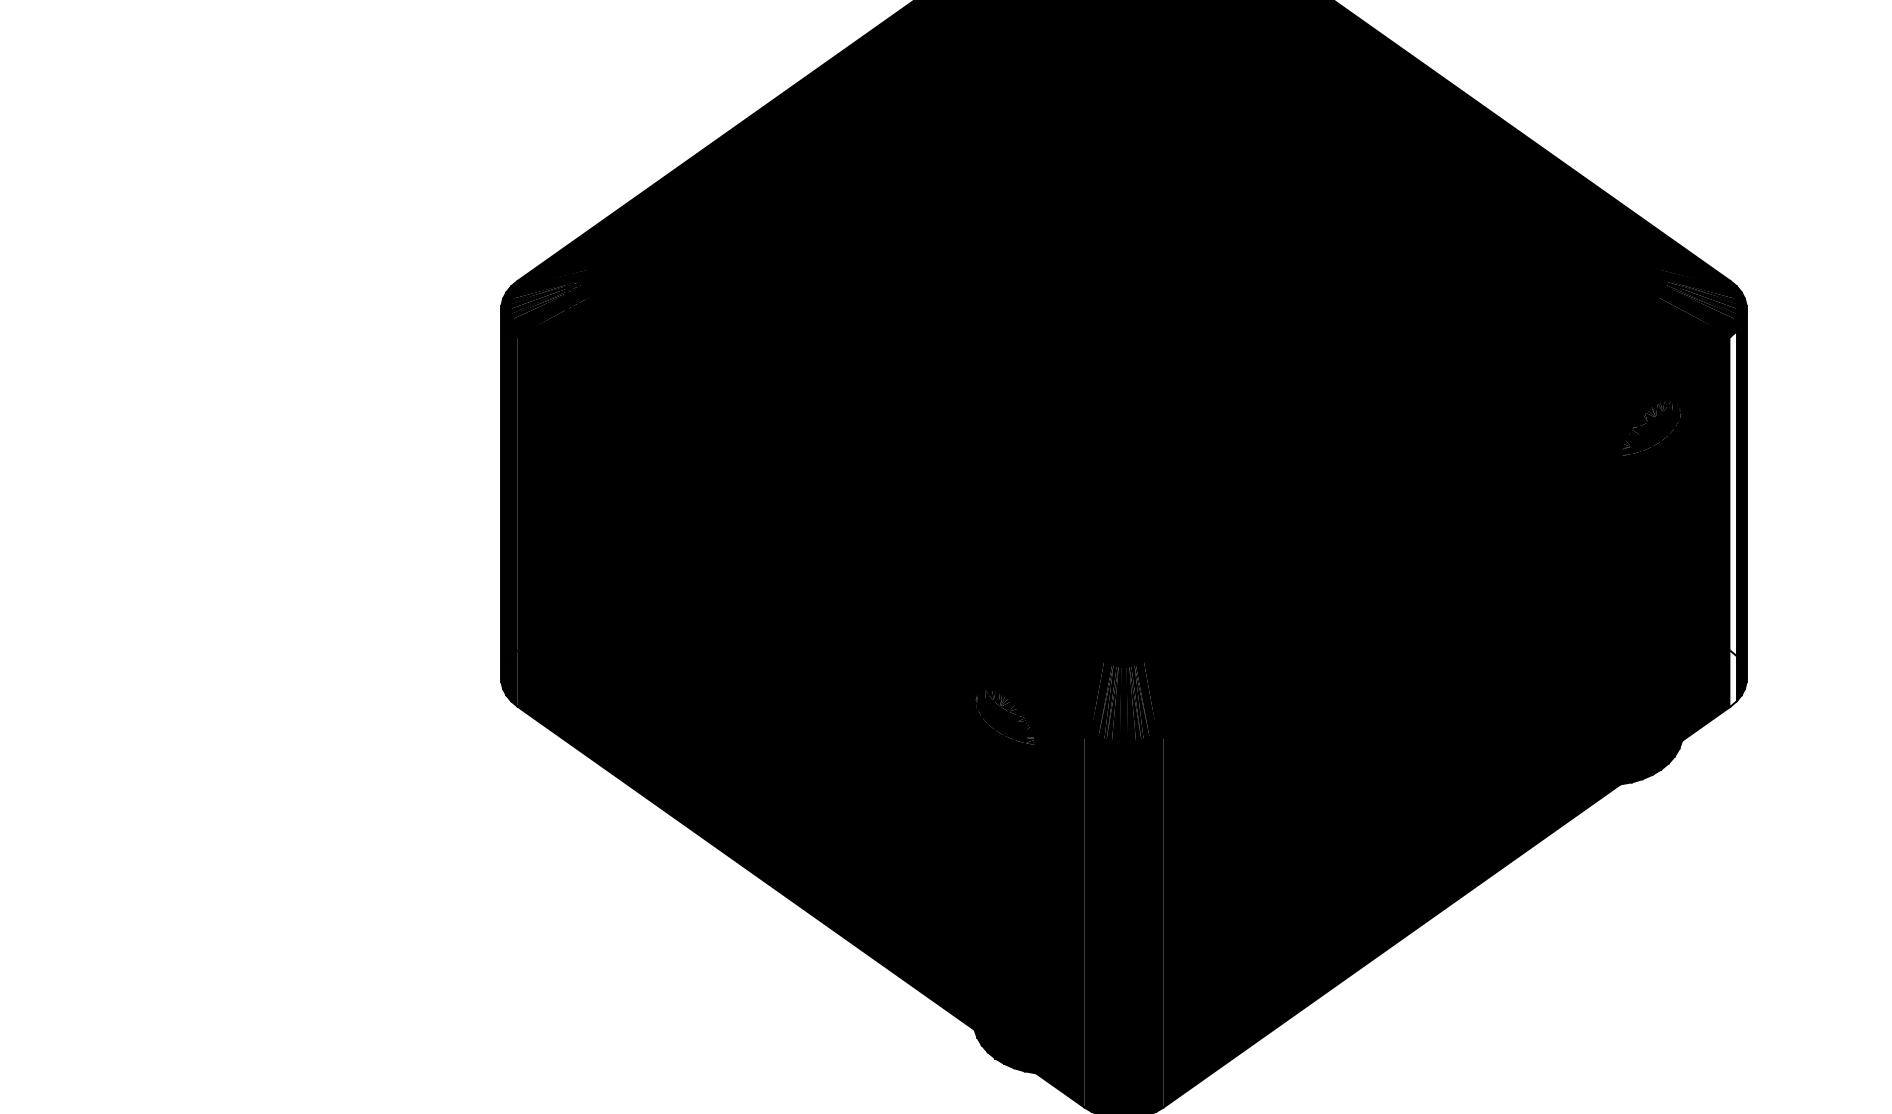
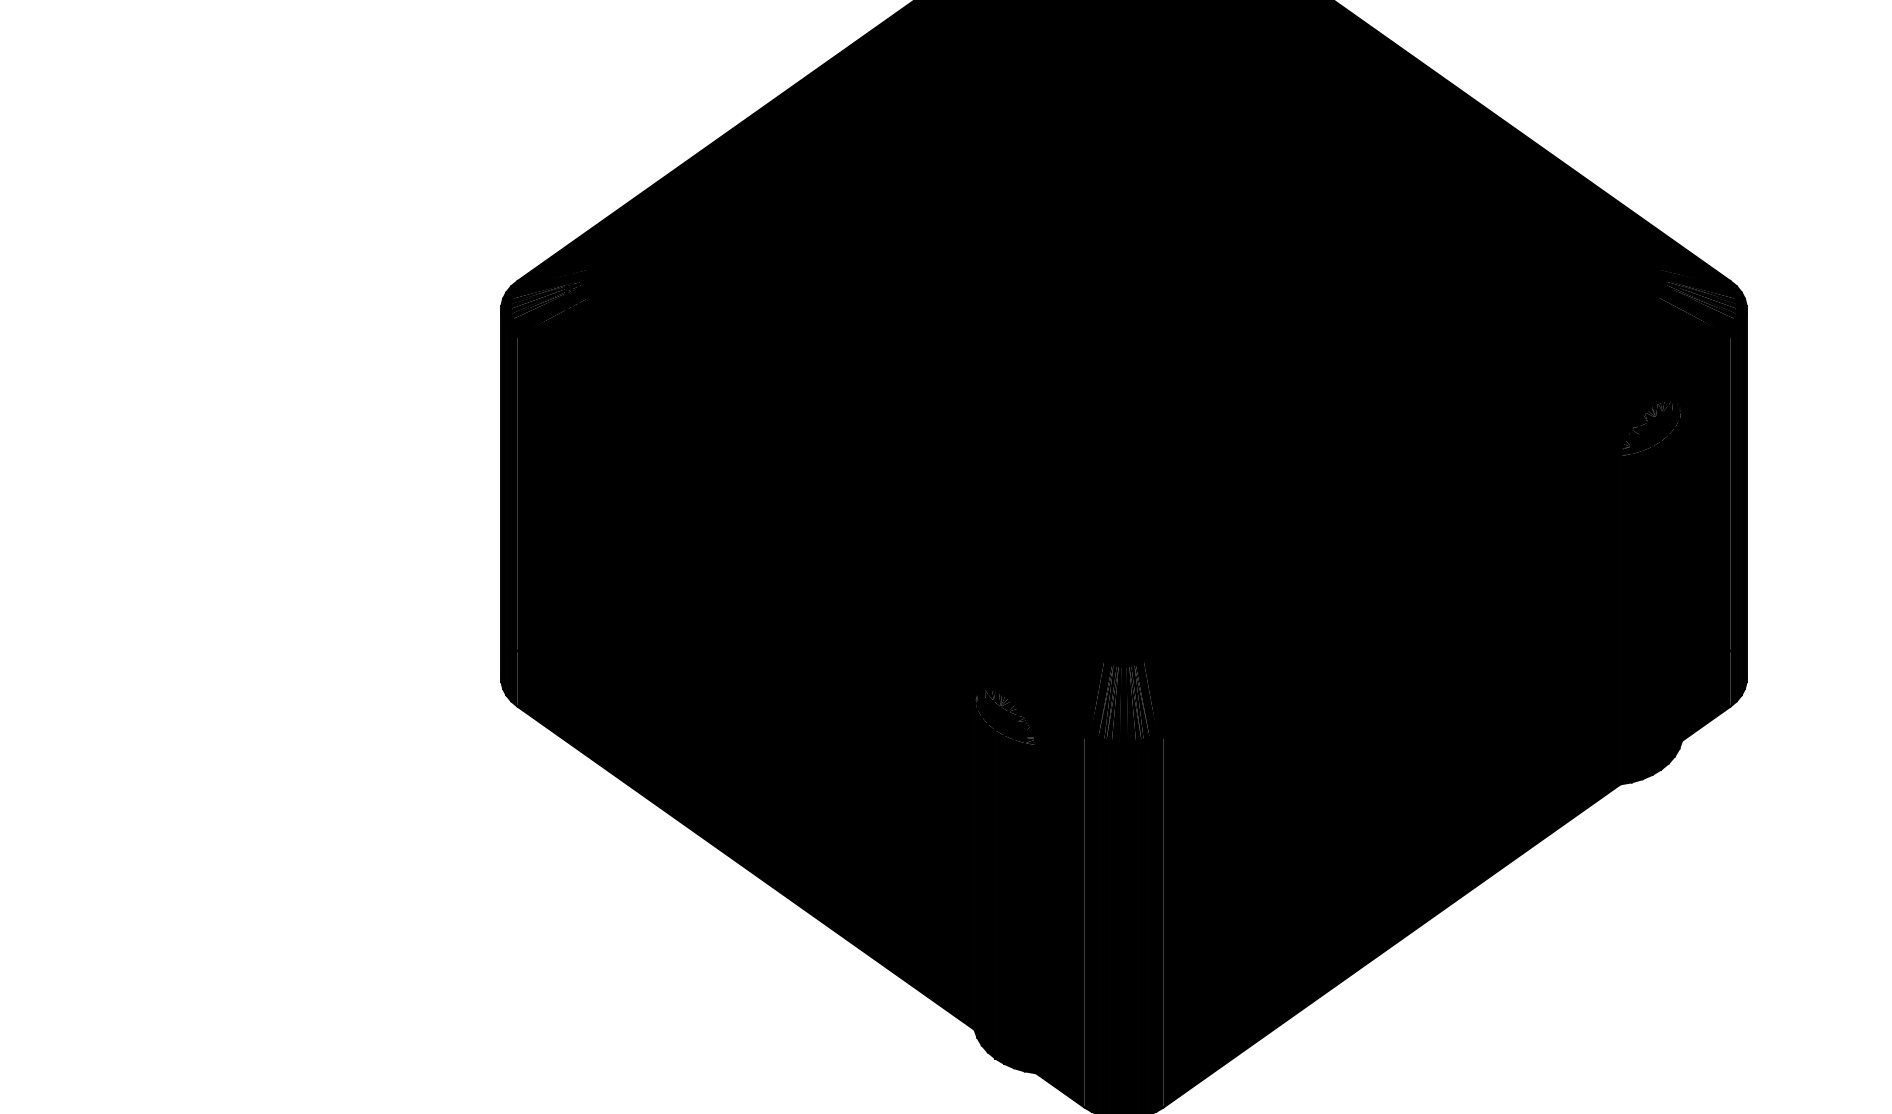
fill at (1733, 518): none -> present
